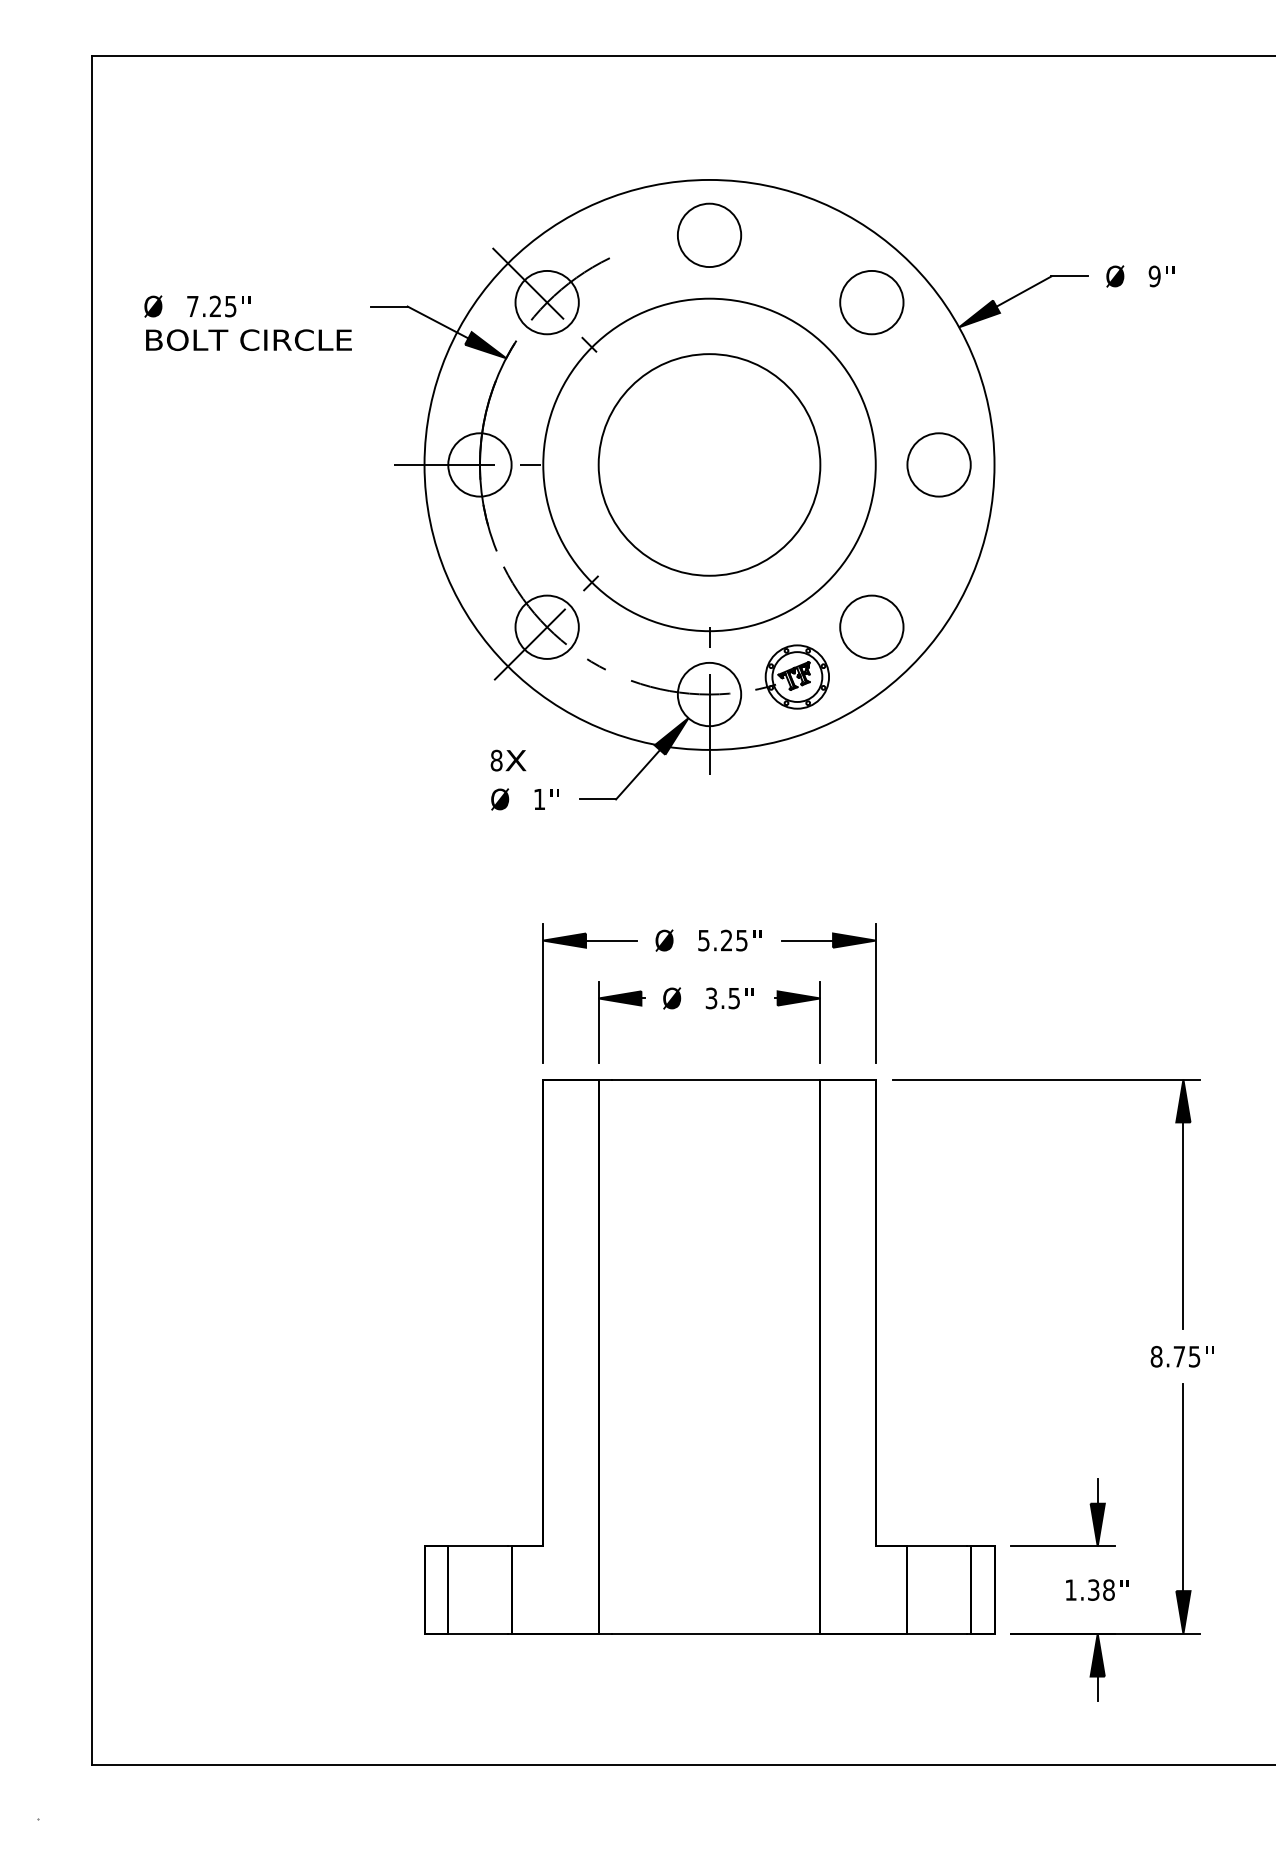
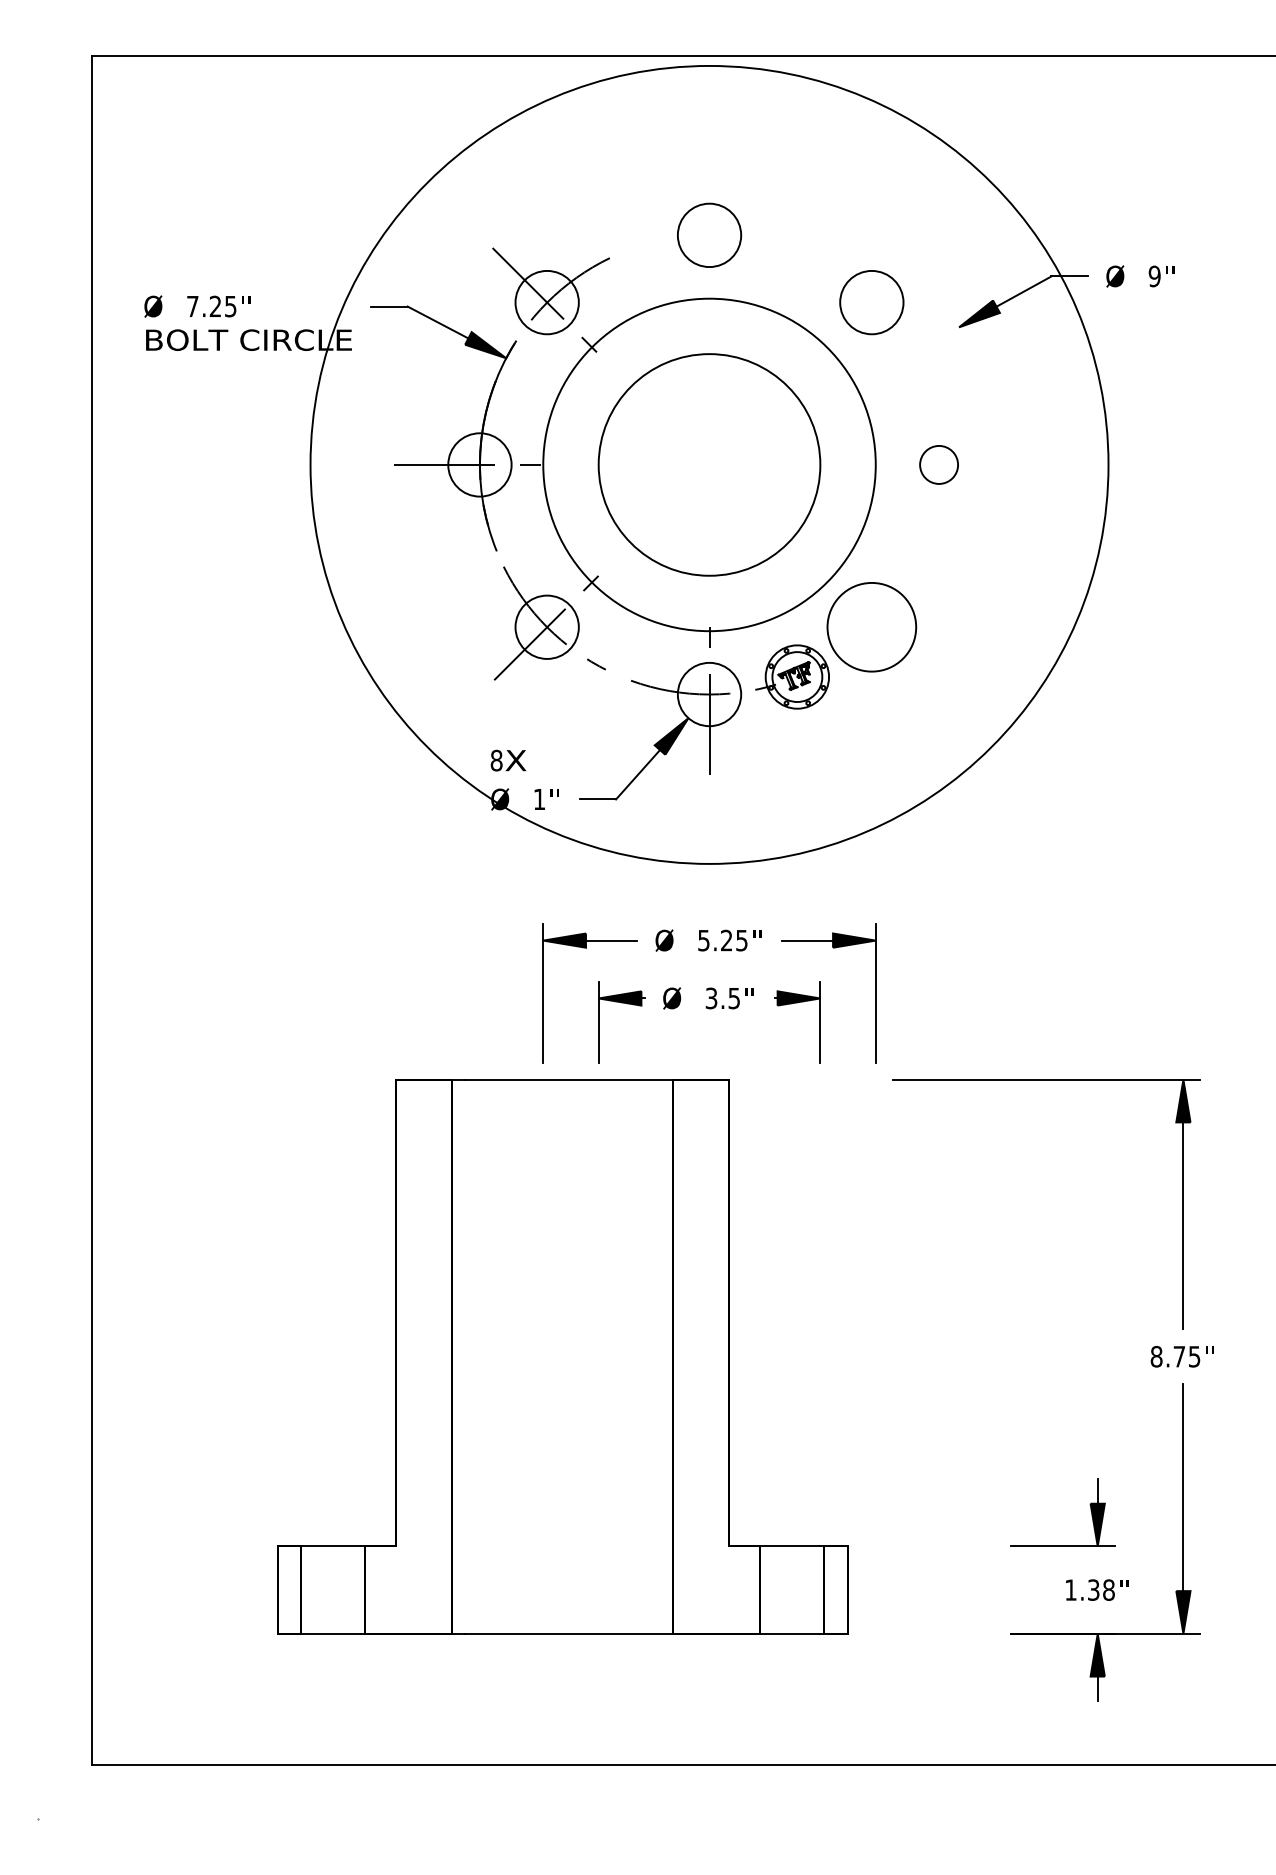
circle at (709, 464) diameter: 570 px -> 798 px
circle at (938, 464) diameter: 63 px -> 38 px
circle at (871, 626) diameter: 63 px -> 89 px
part at (709, 1356) position: (709, 1356) -> (562, 1356)
